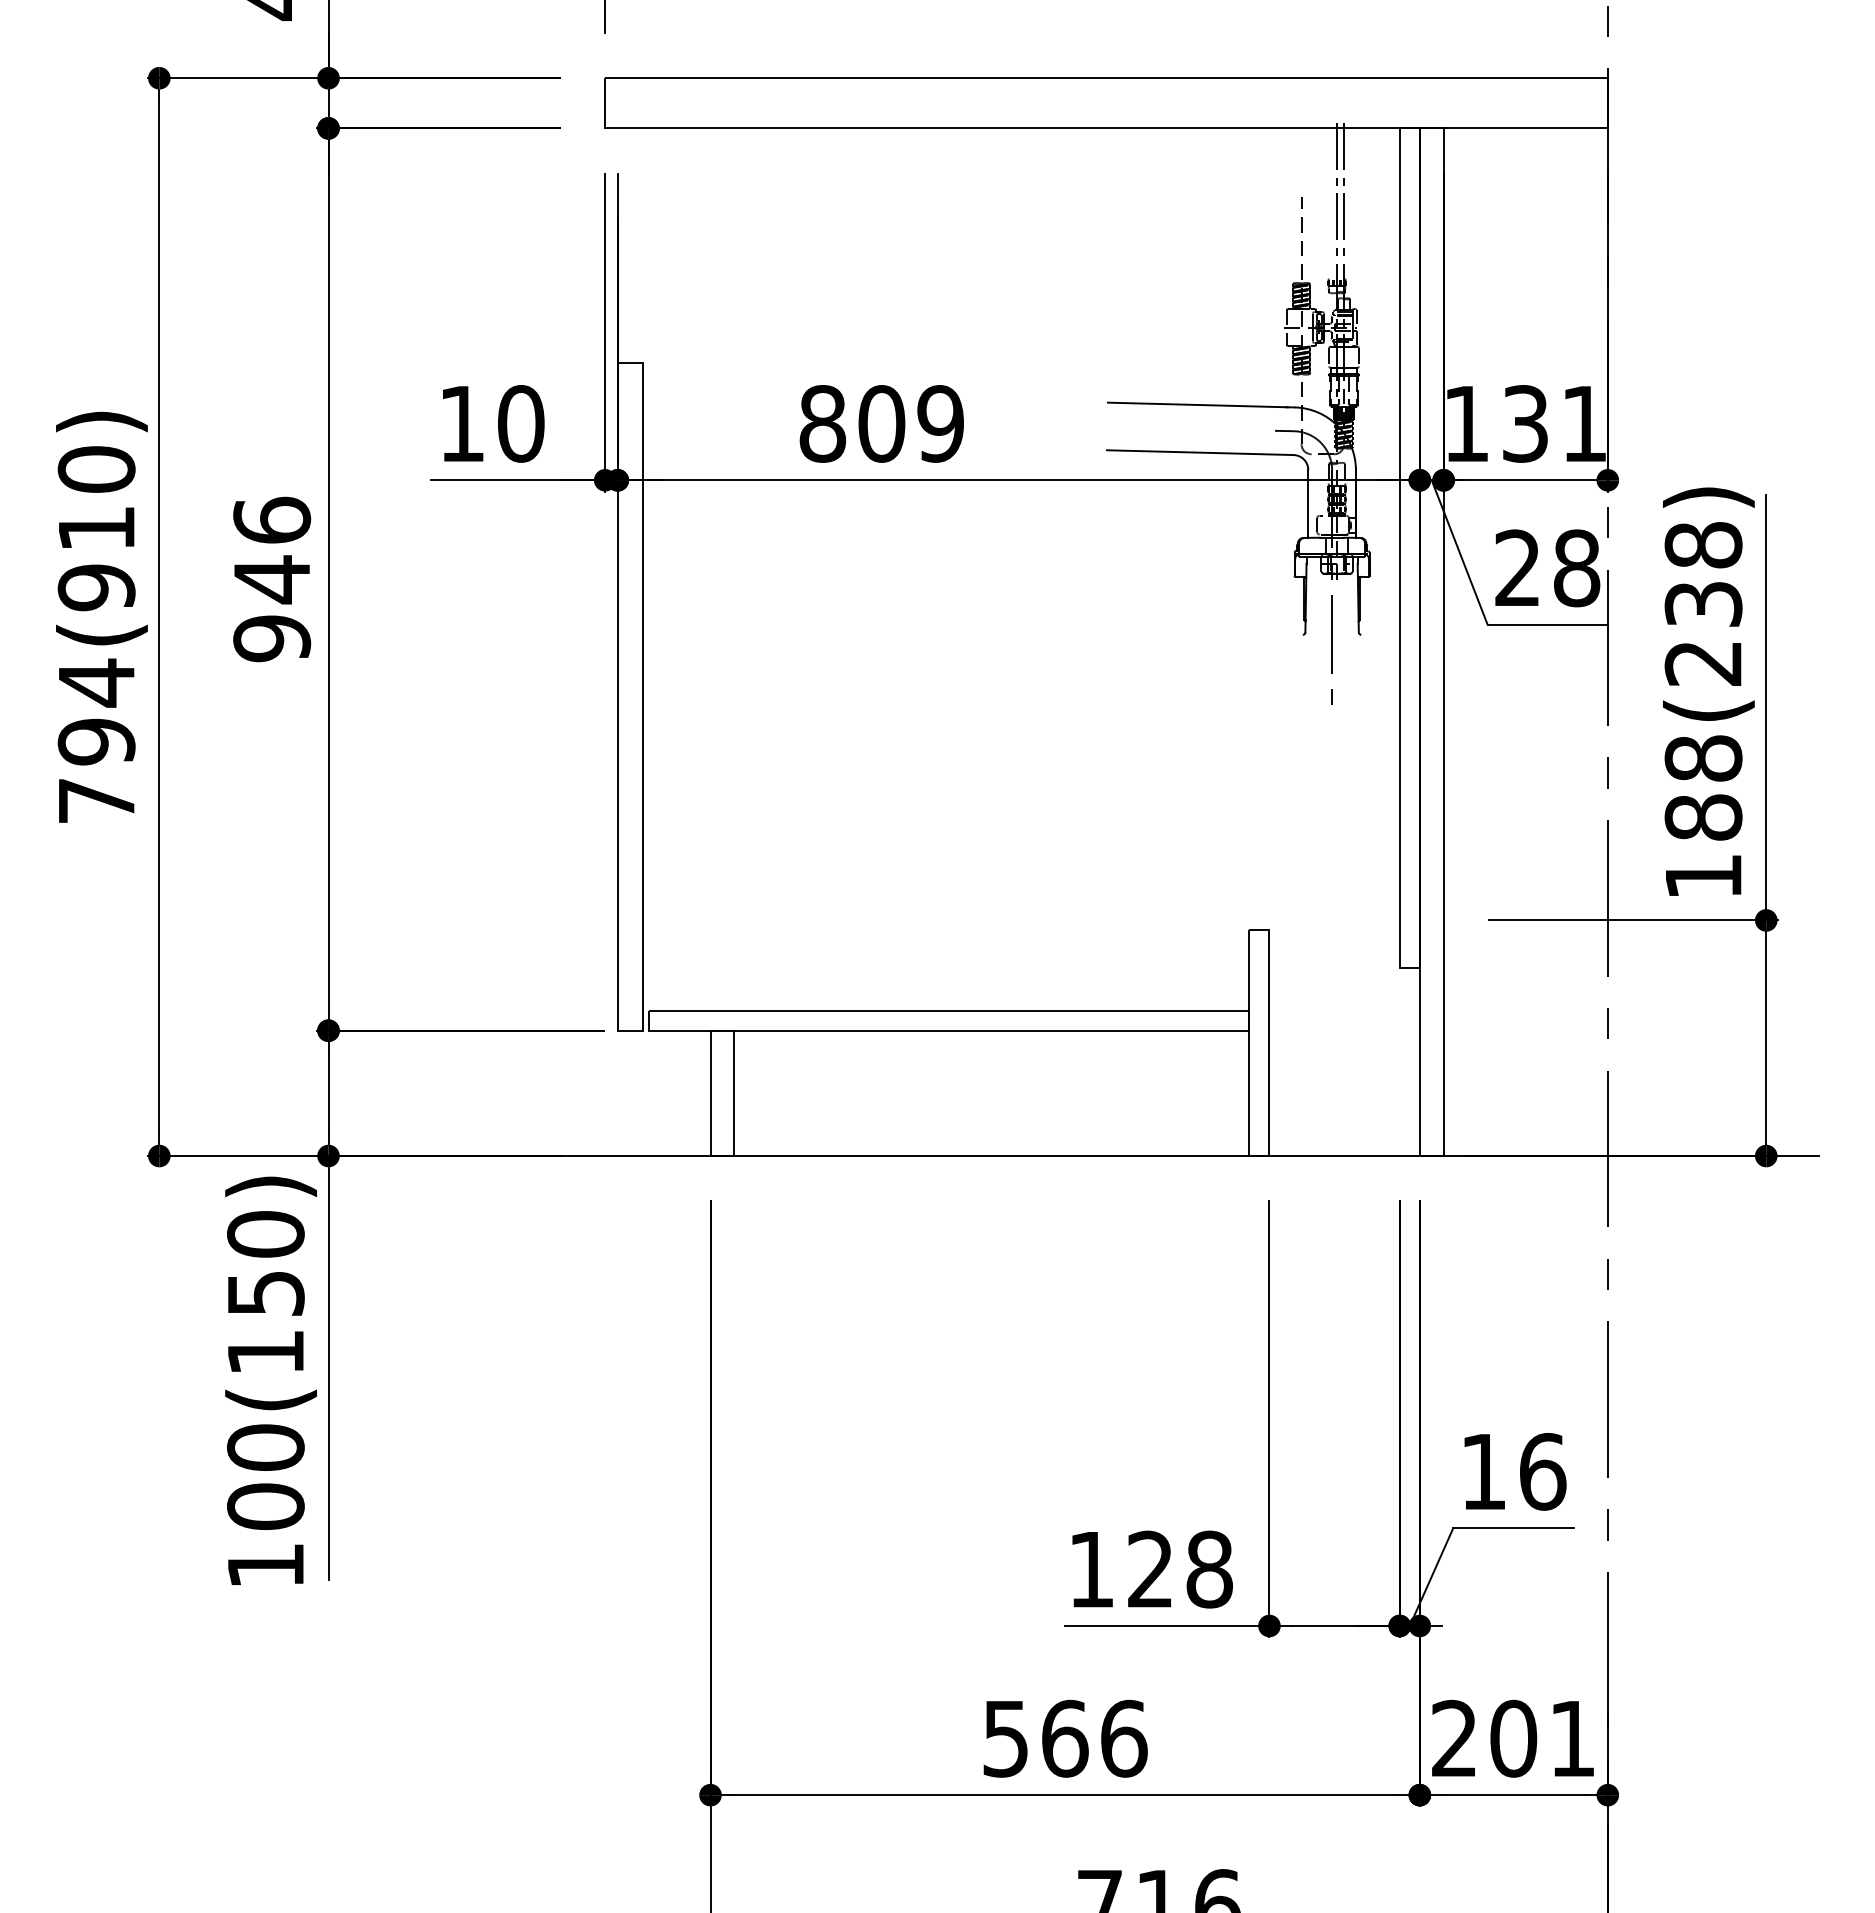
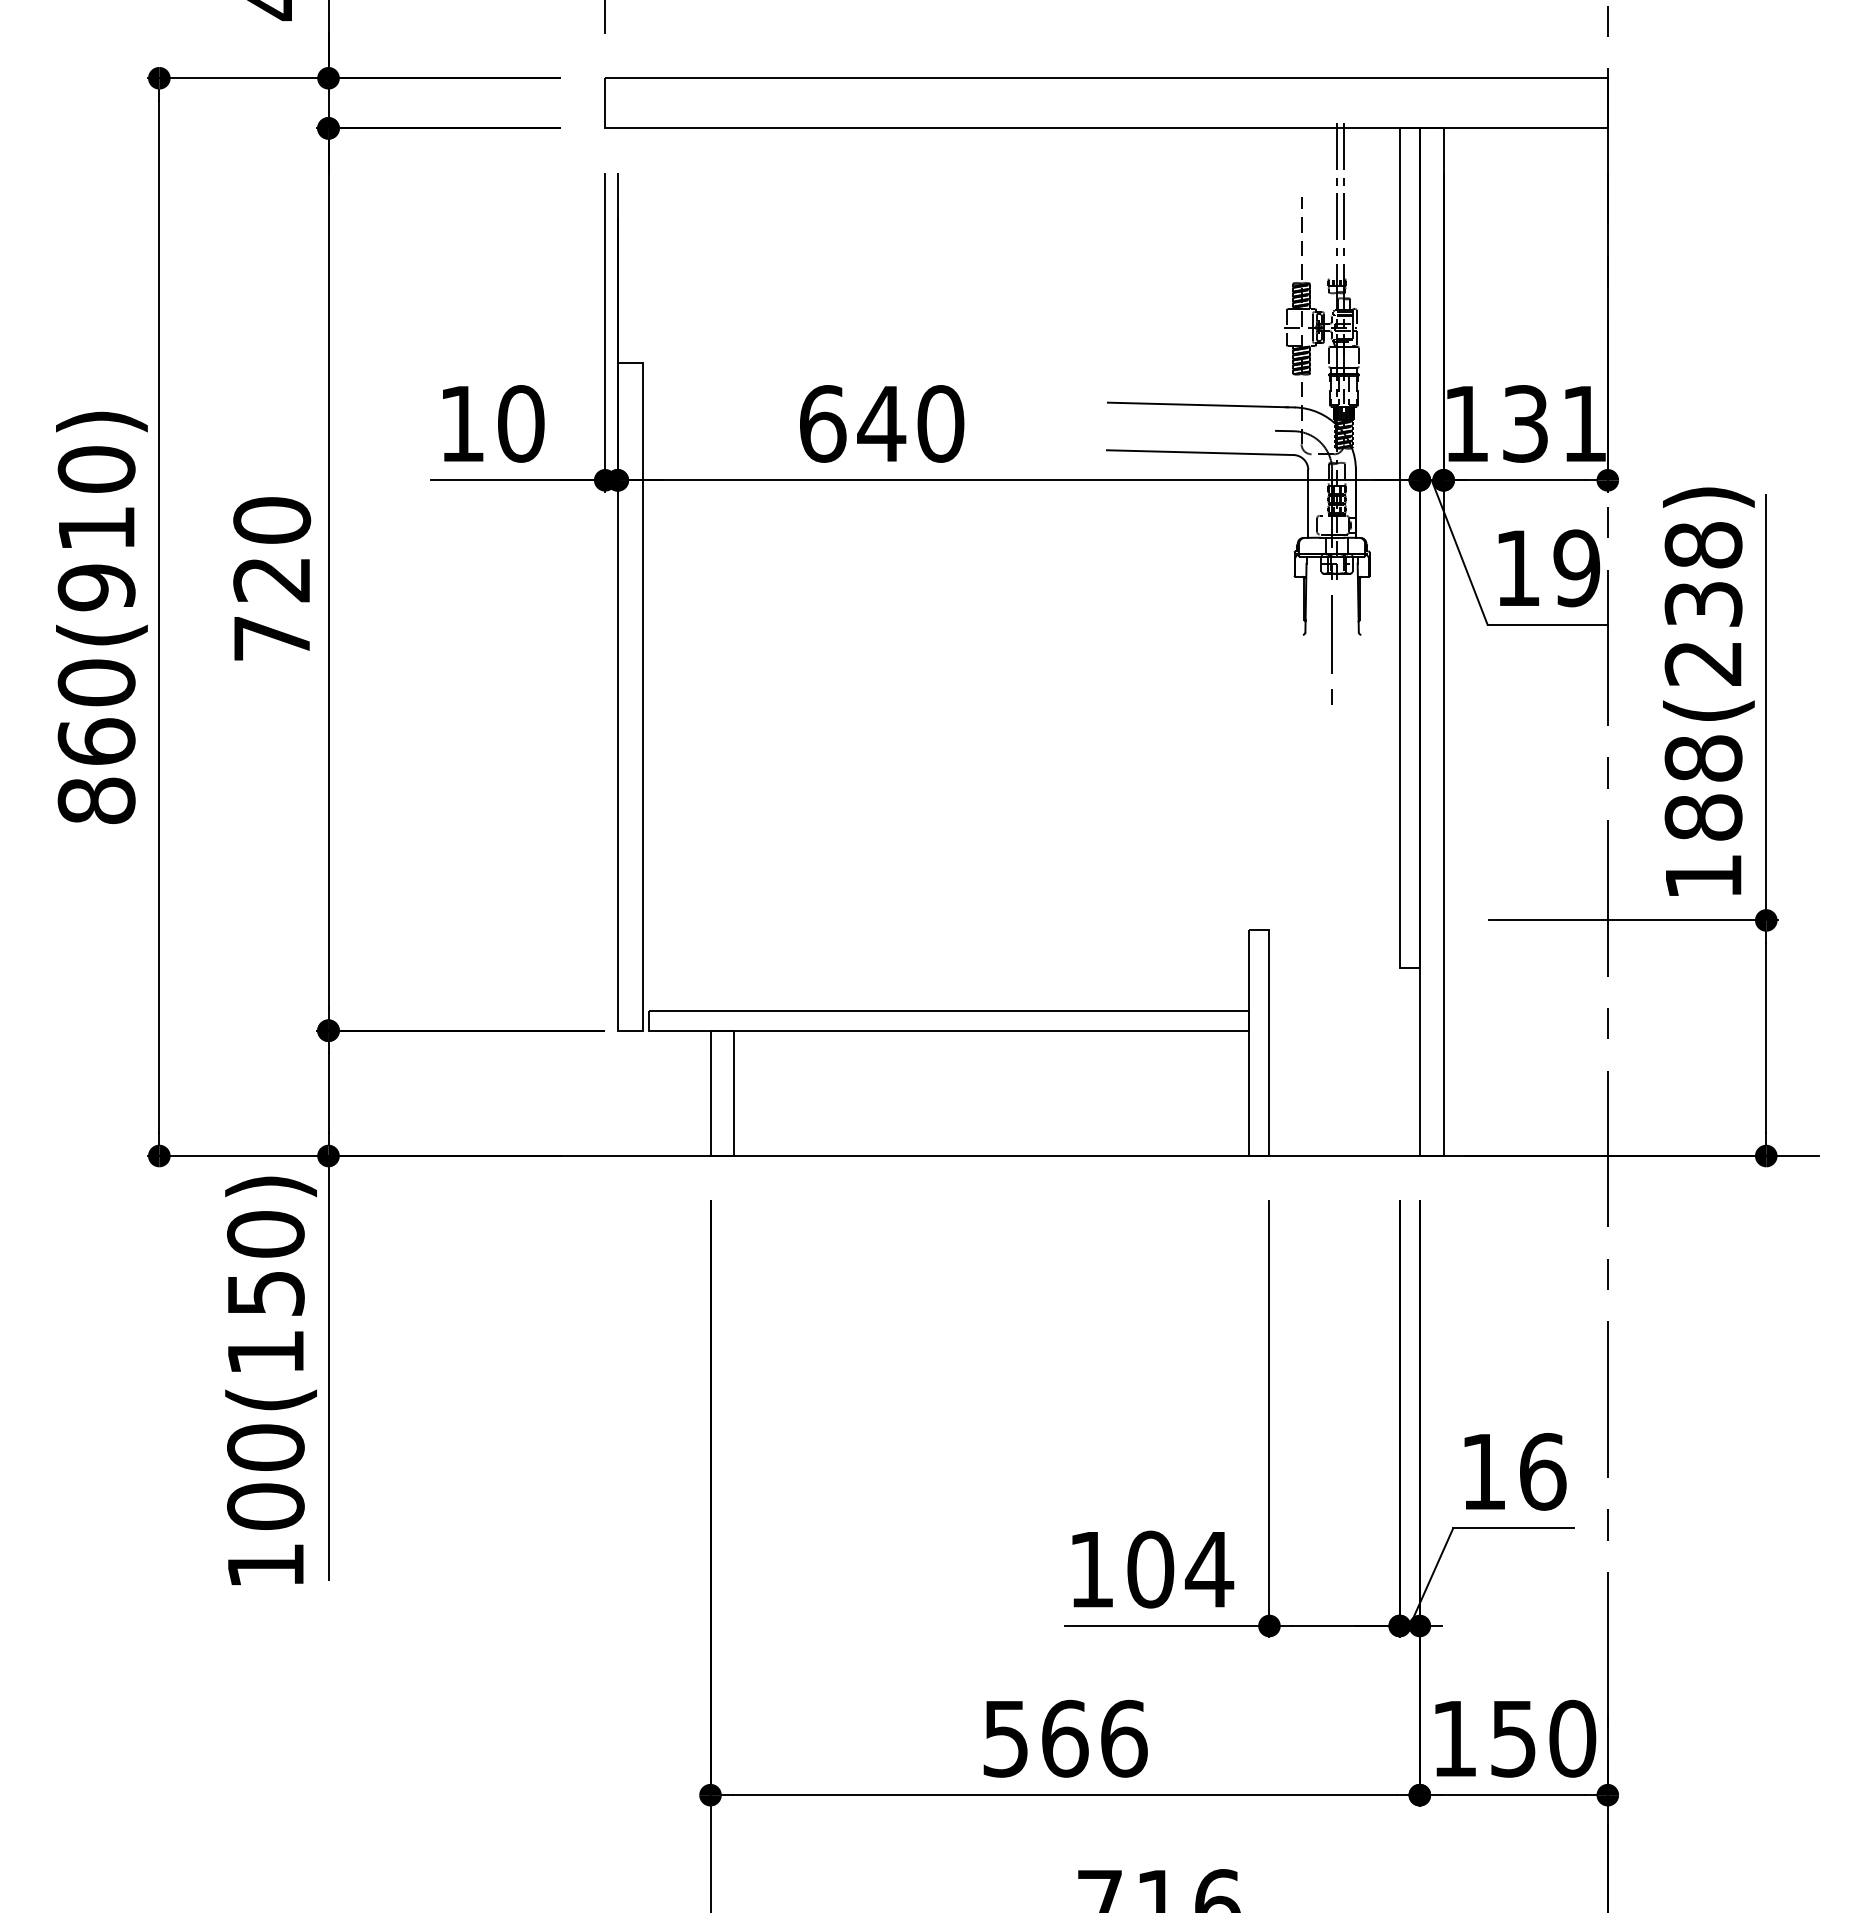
text at (881, 423): 809 -> 640
text at (1547, 568): 28 -> 19
text at (272, 579): 946 -> 720
text at (96, 741): 794(910) -> 860(910)
text at (1180, 1569): 128 -> 104
text at (1514, 1738): 201 -> 150
